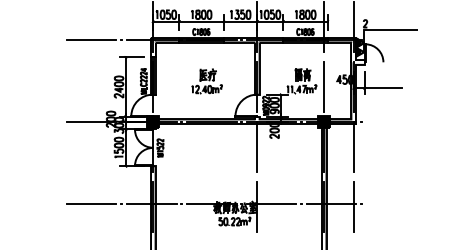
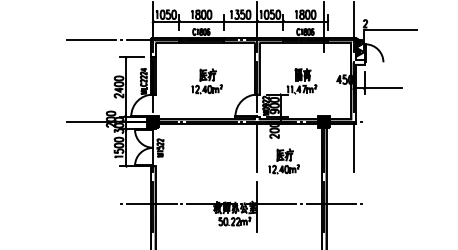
line at (324, 86): present -> none
part at (283, 161): none -> present
line at (91, 203): present -> none
line at (353, 206): present -> none
